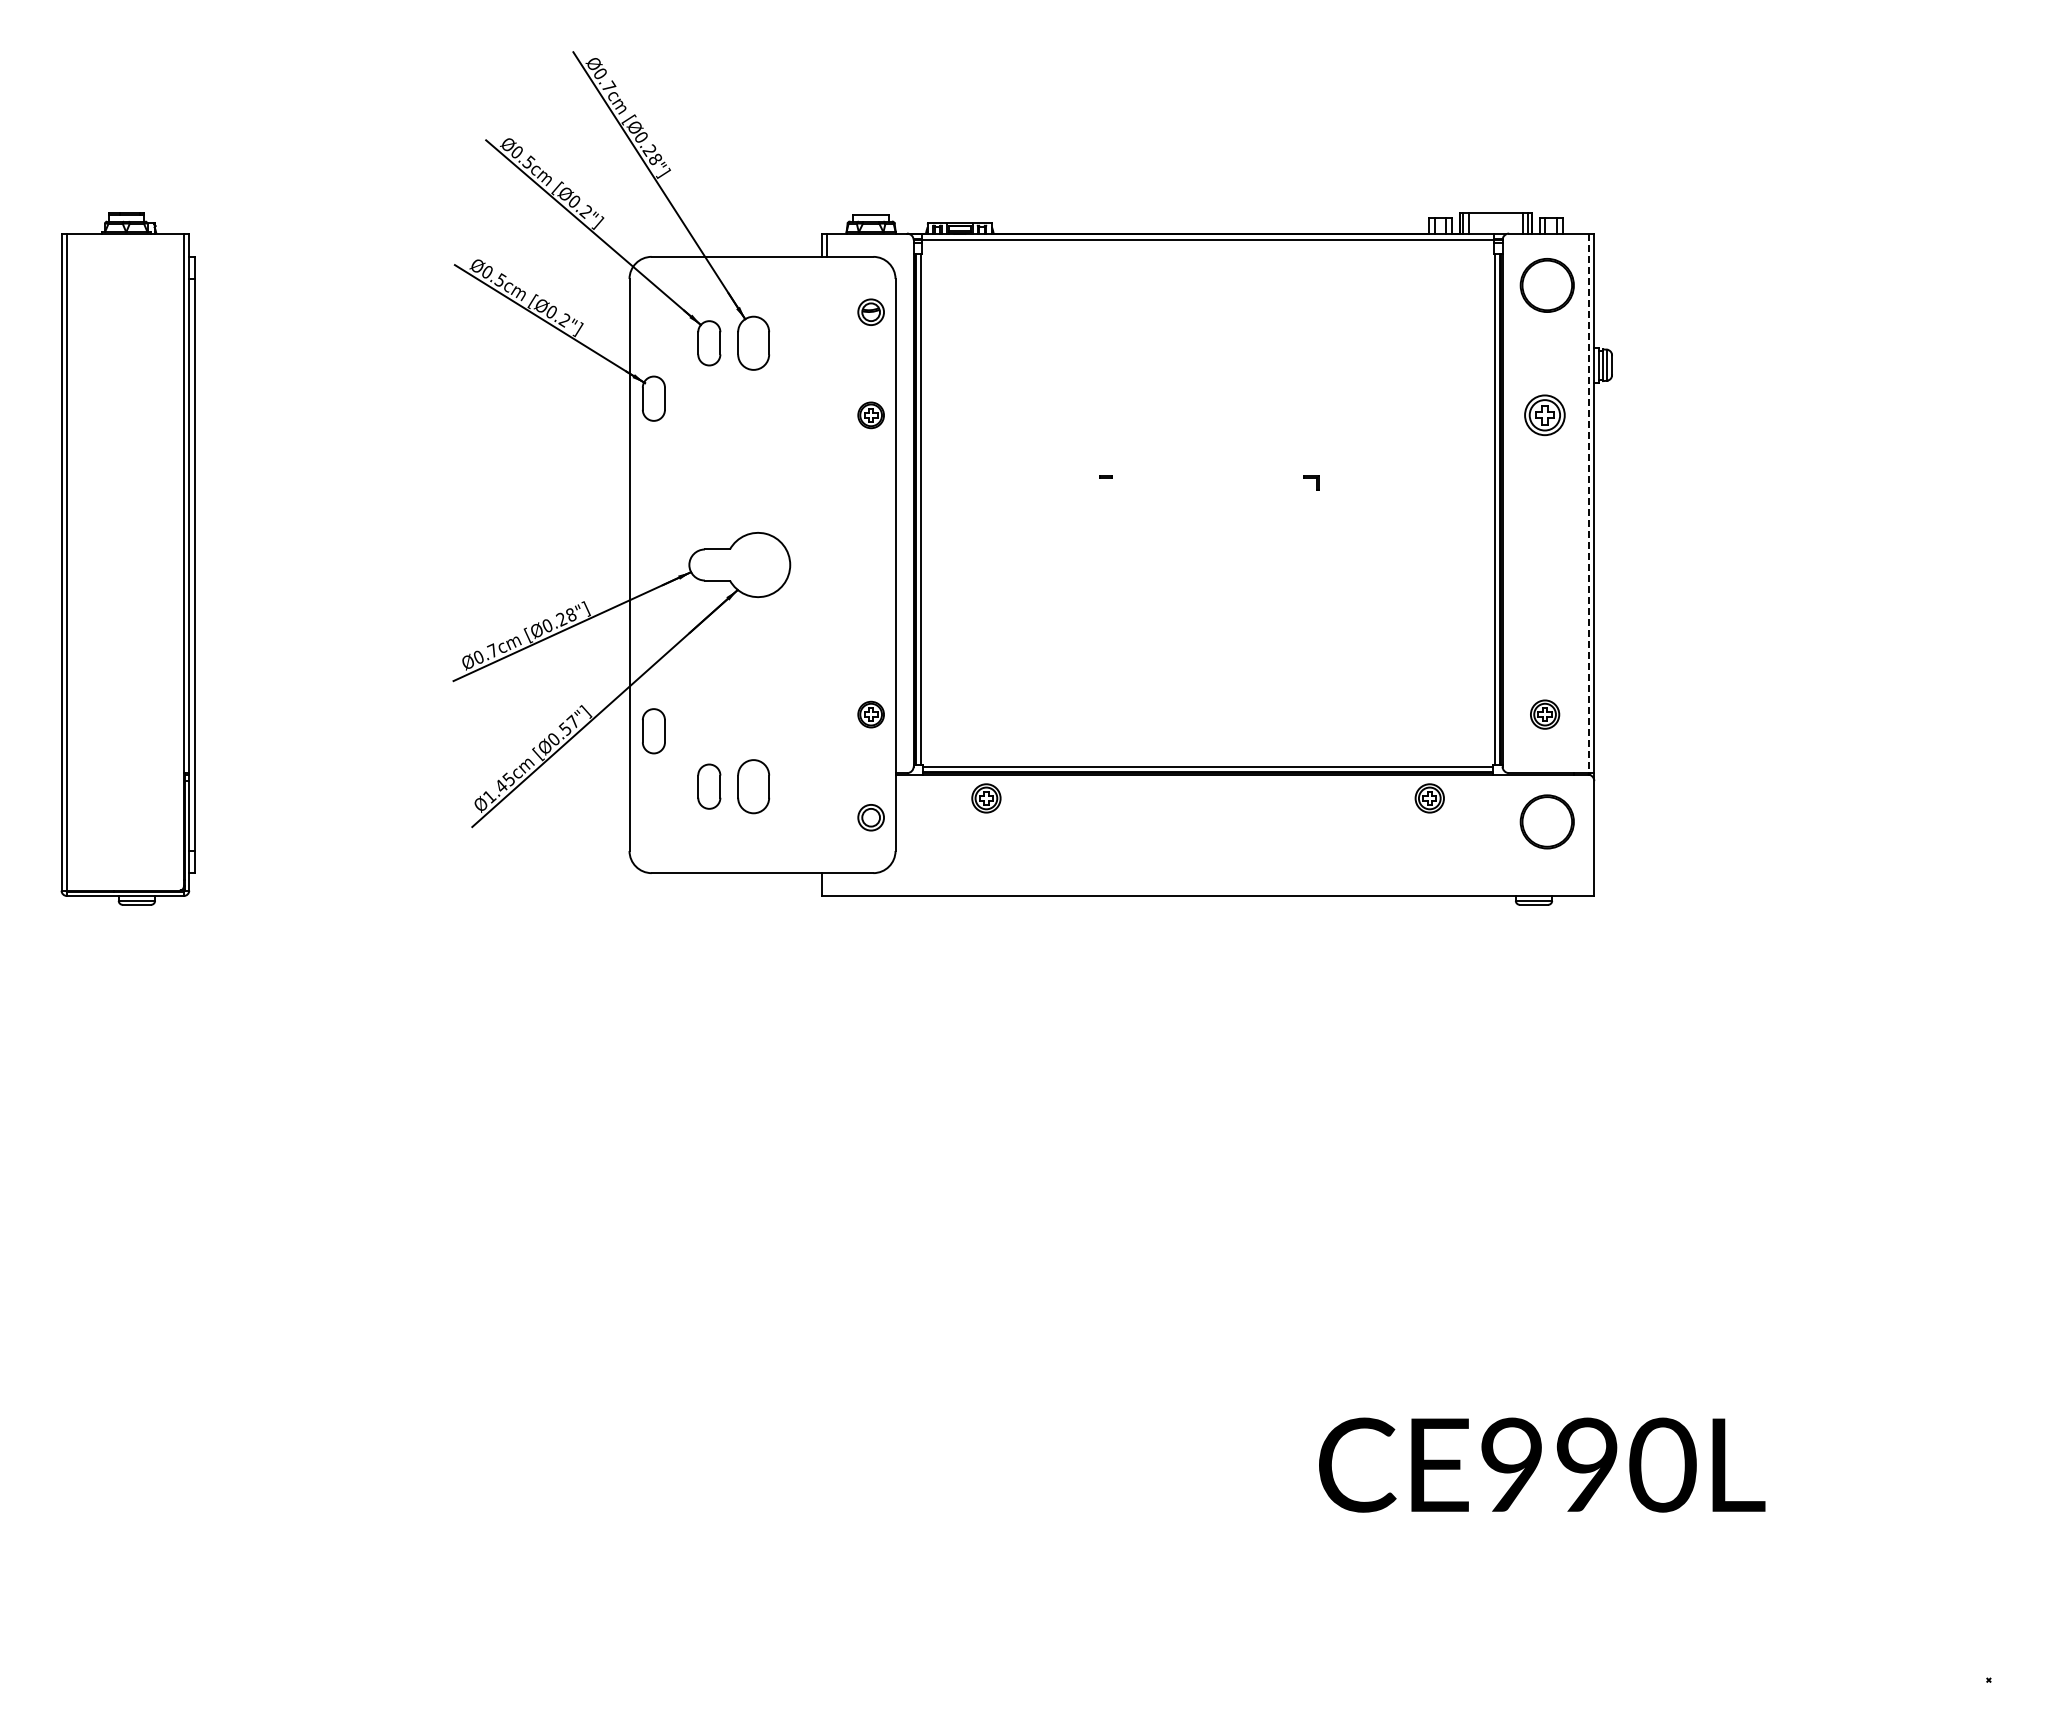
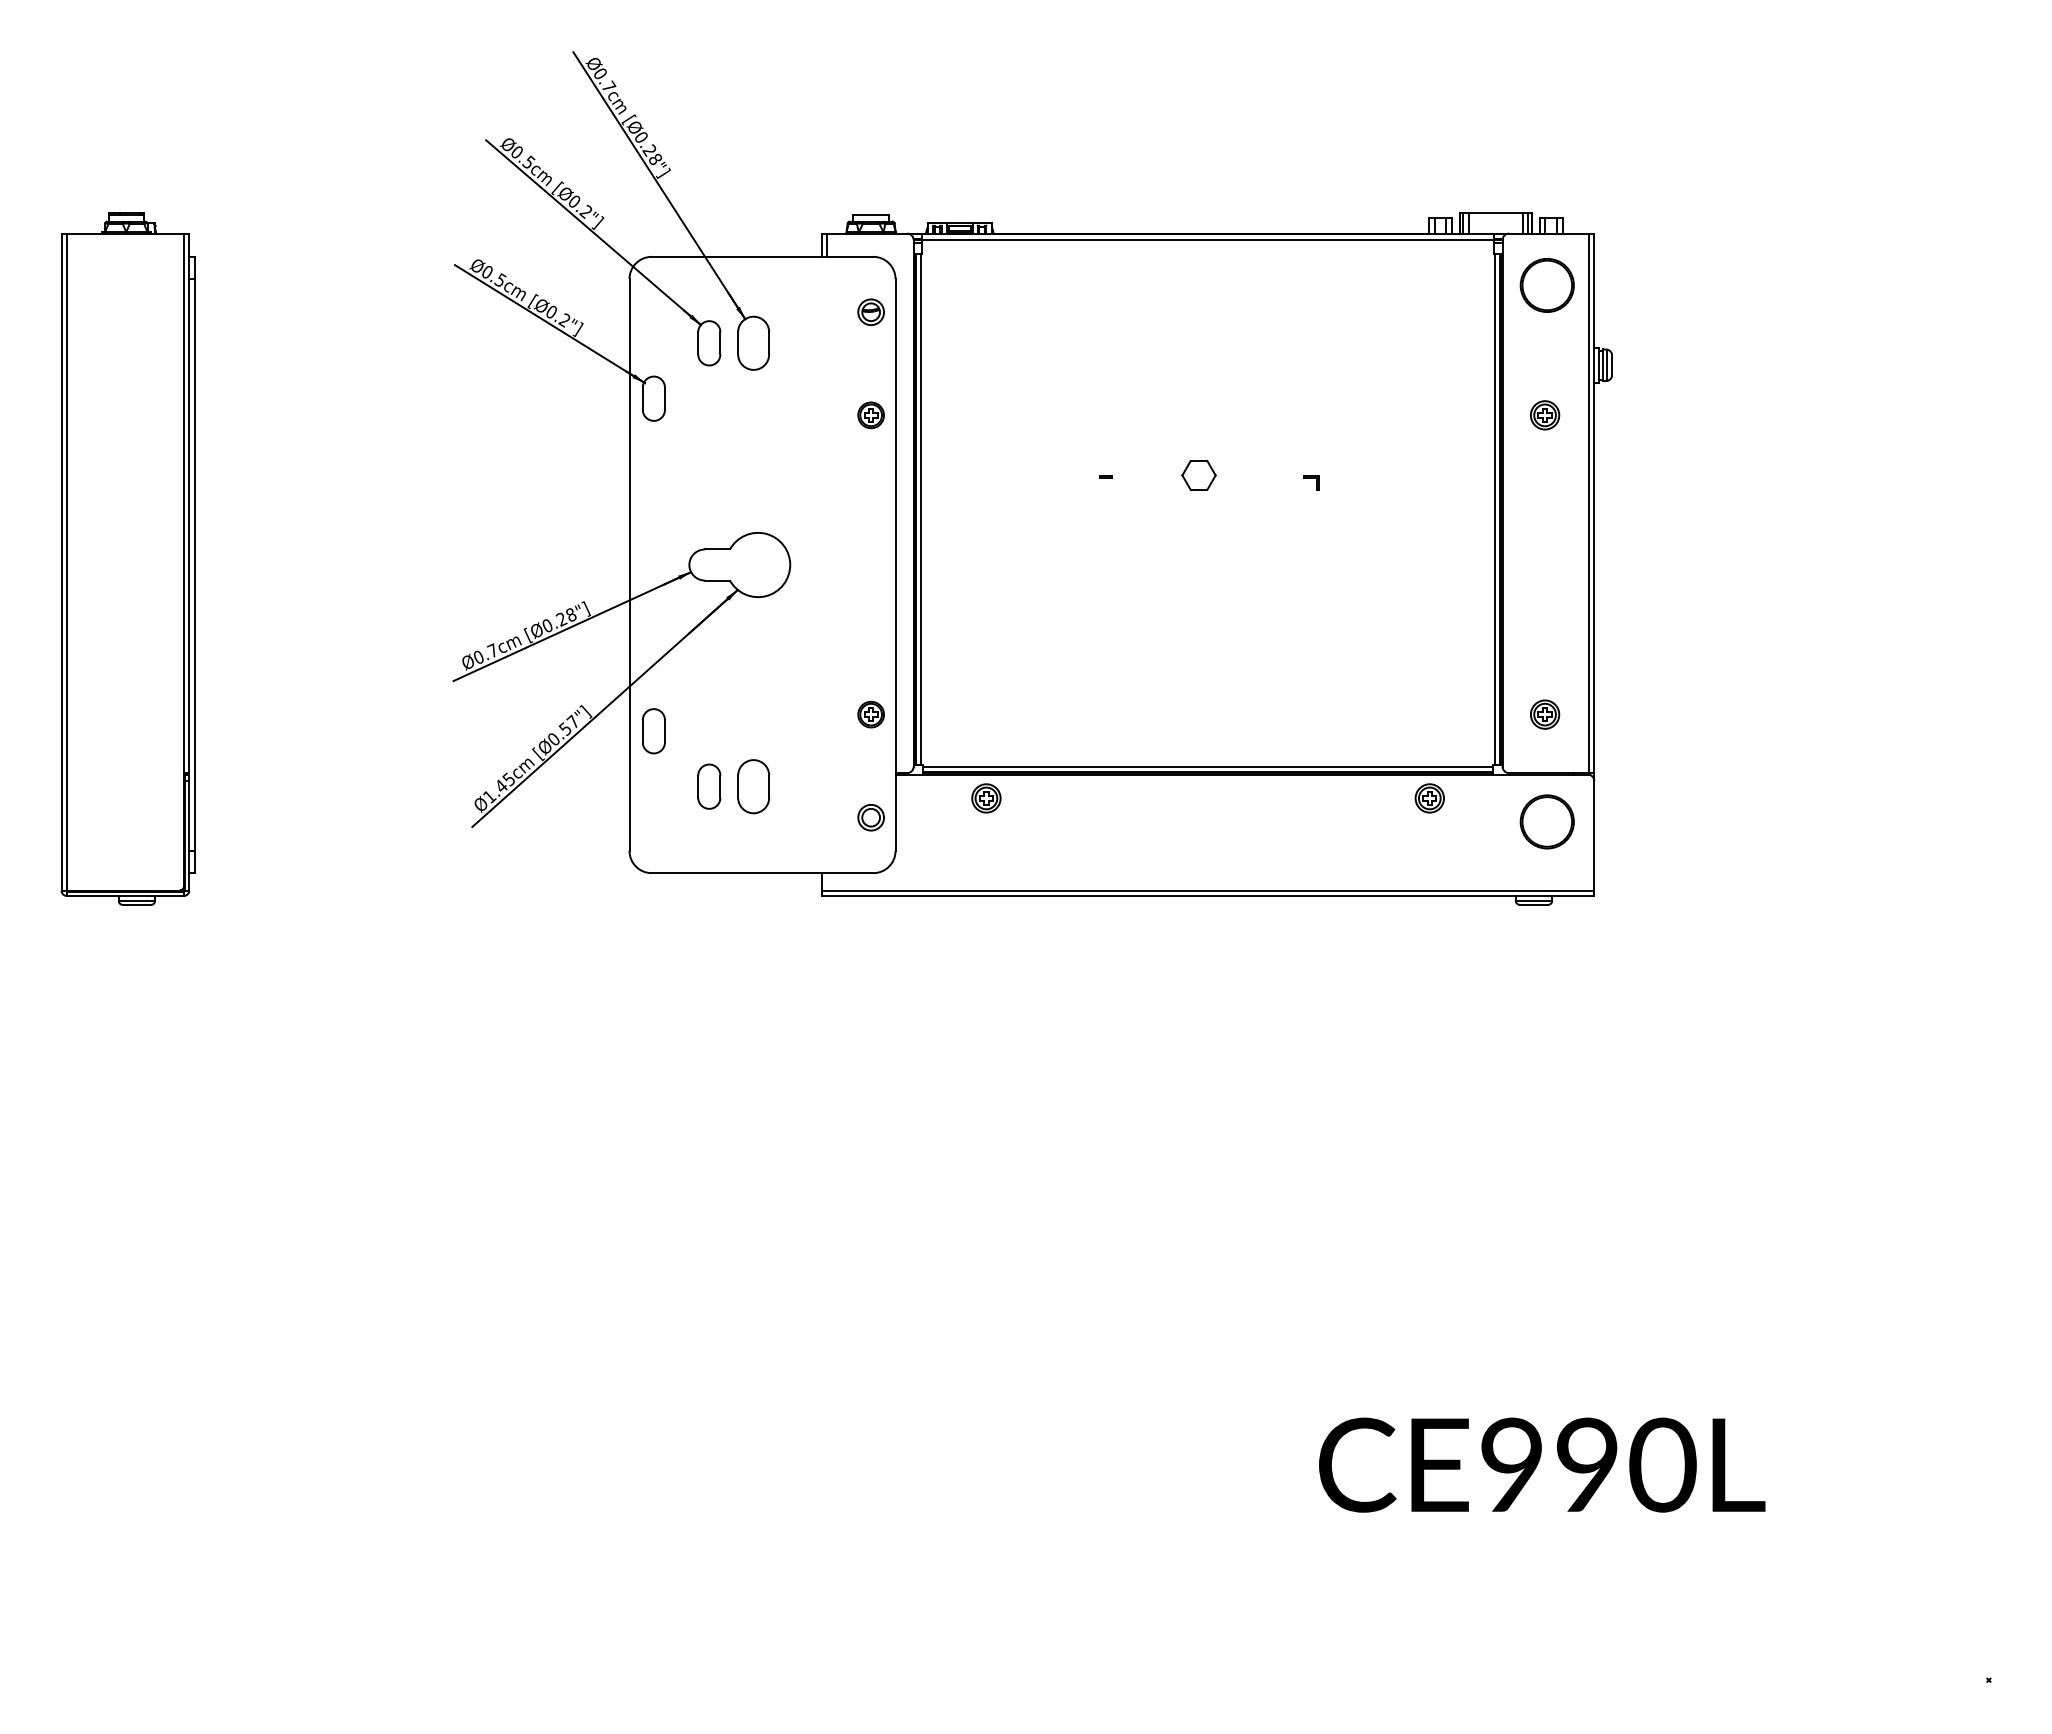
part at (1544, 415) size: 42x43 px -> 31x31 px
part at (1198, 475): none -> present
line at (1588, 503): dashed -> solid
line at (1207, 890): none -> present
